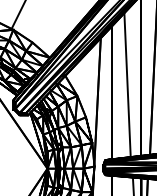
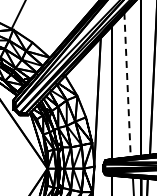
line at (127, 85): solid -> dashed
